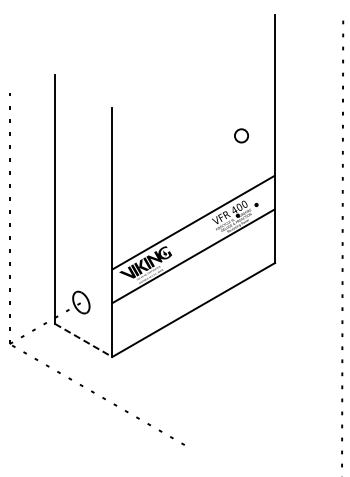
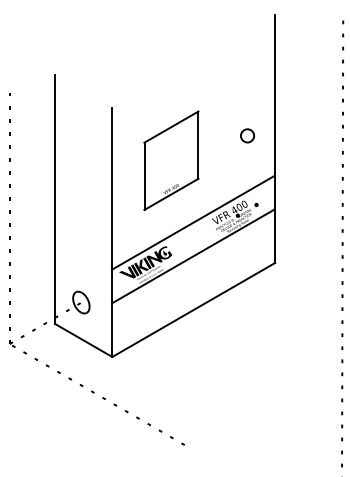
circle at (241, 135) position: (241, 135) -> (247, 135)
part at (171, 160): none -> present
line at (84, 340): dashed -> solid
